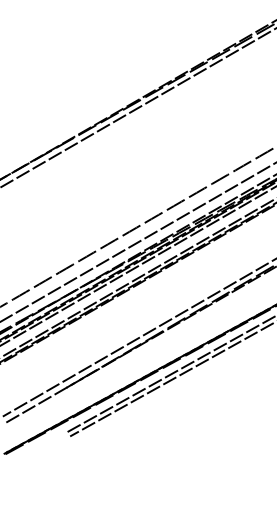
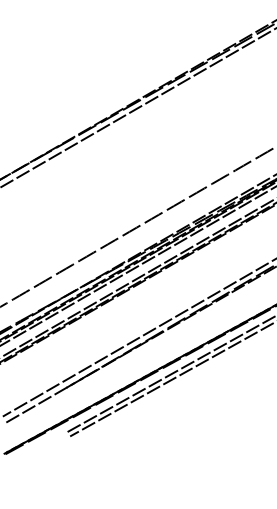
line at (137, 242): present -> none
